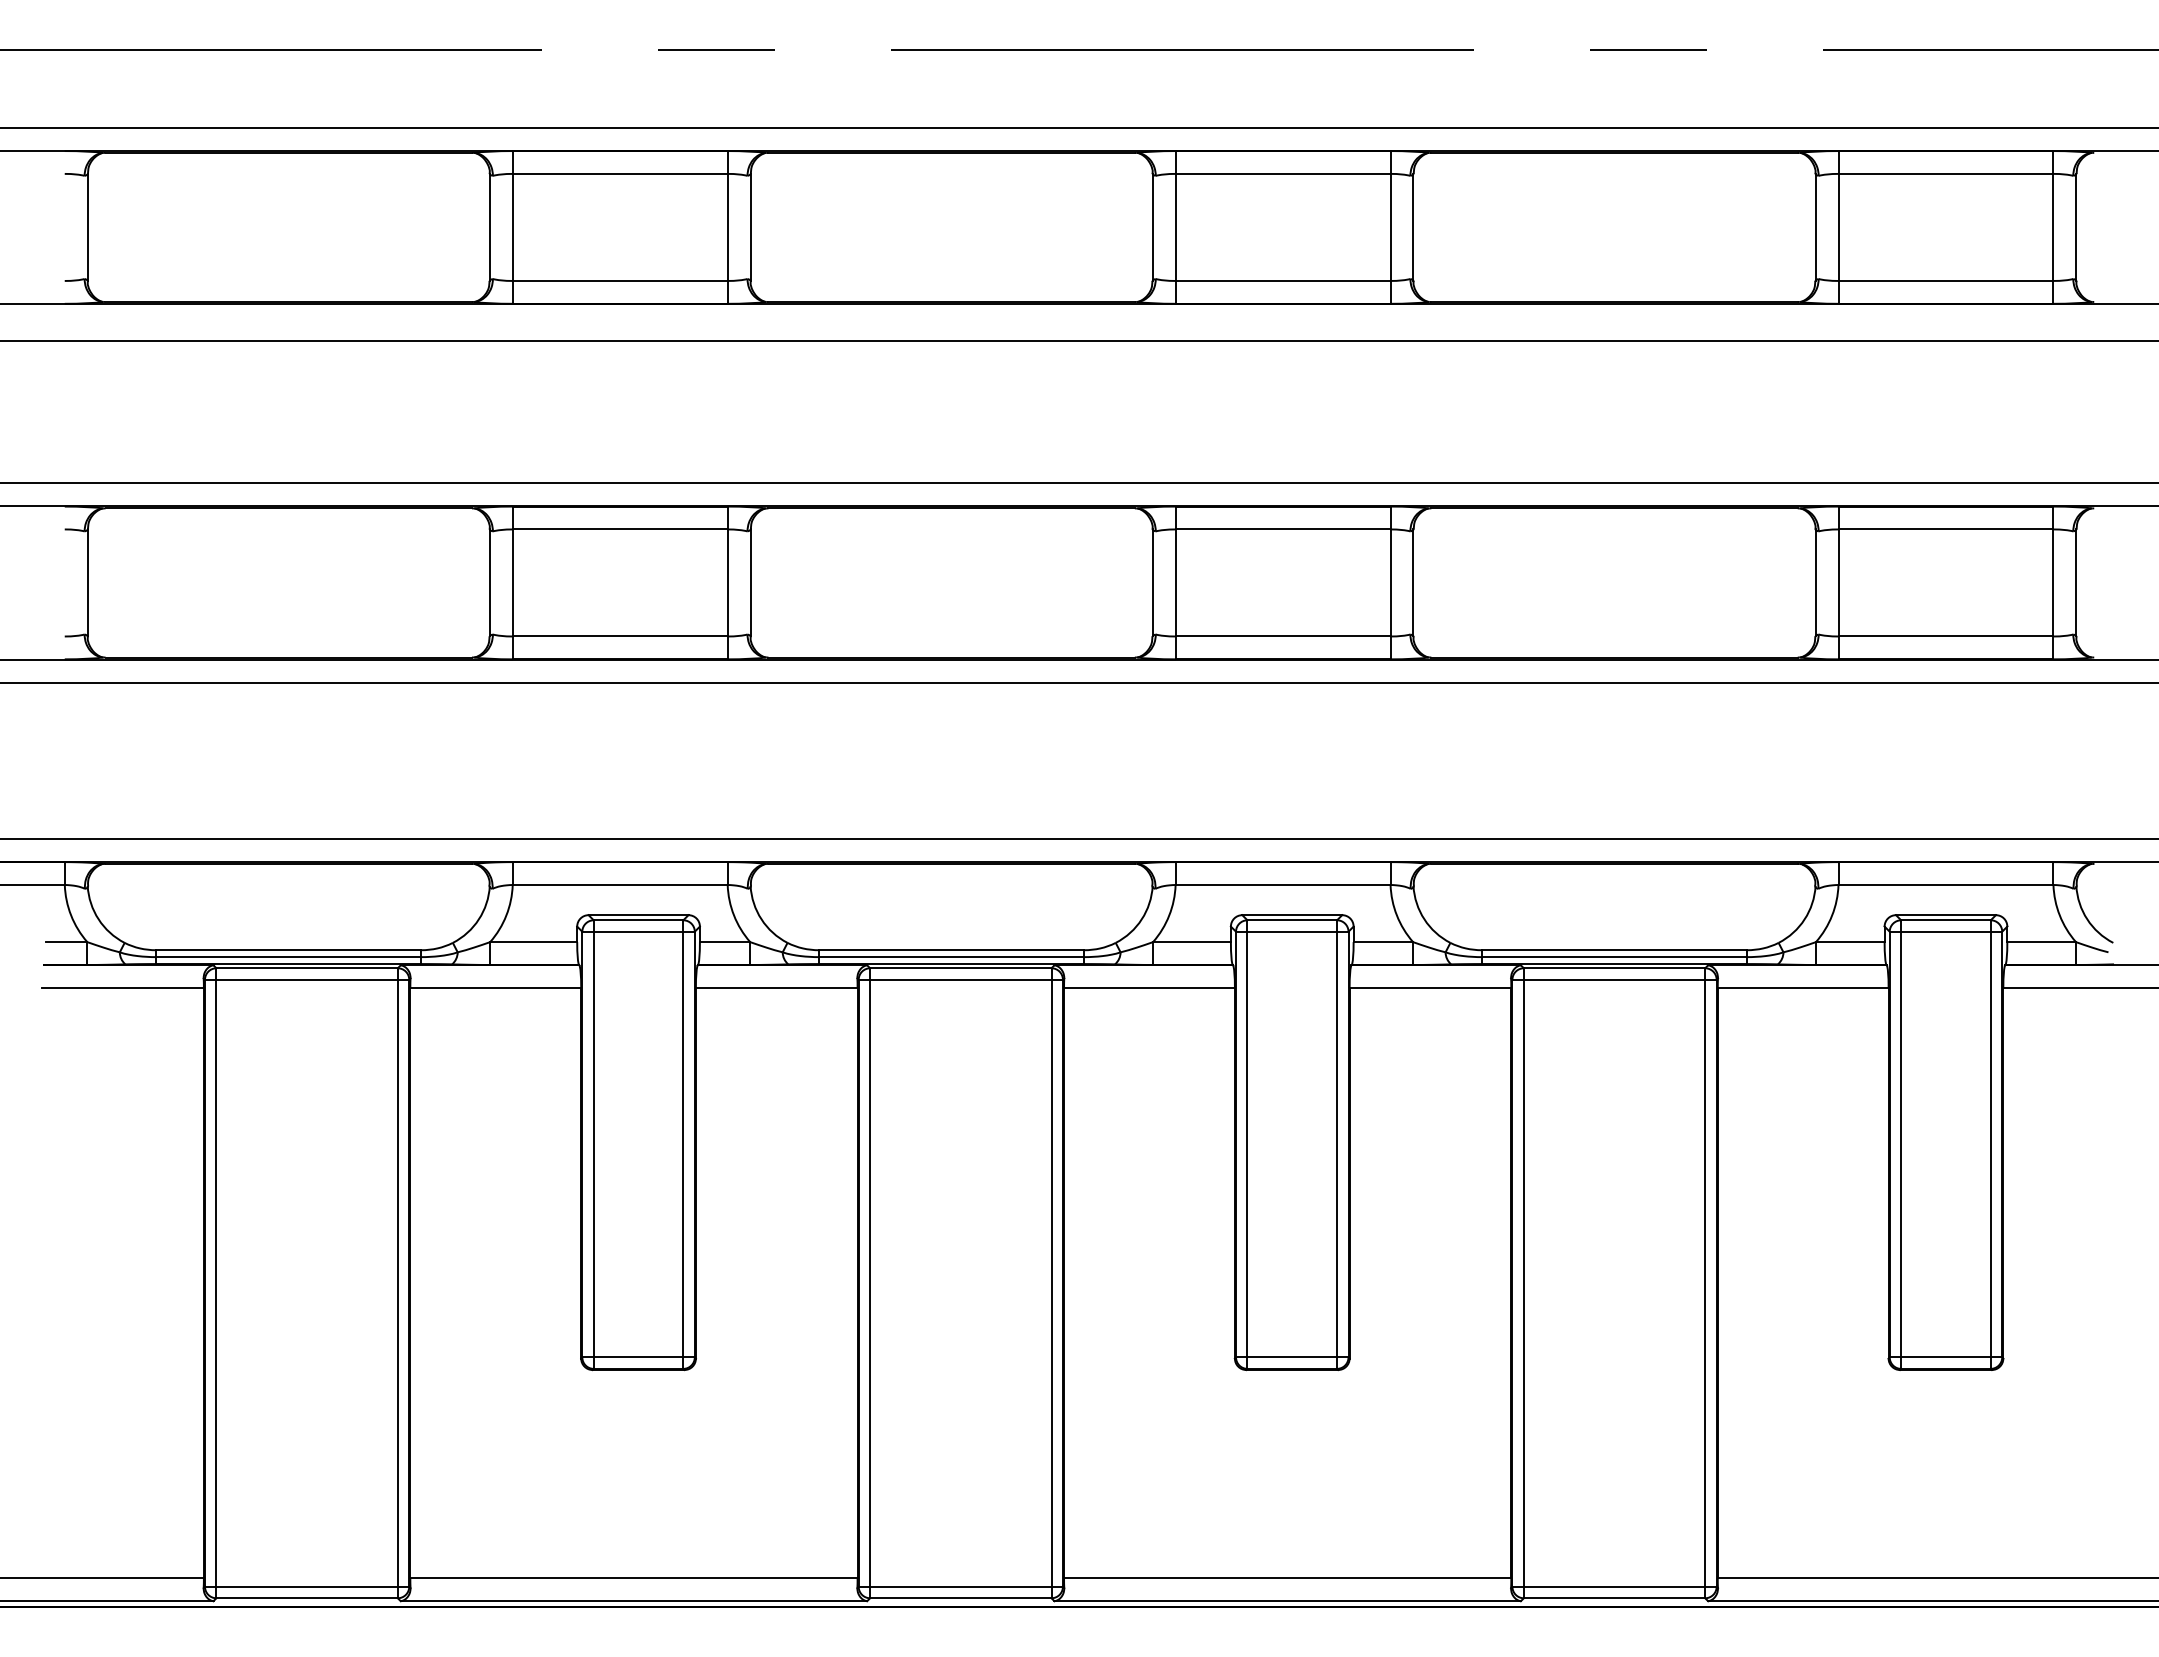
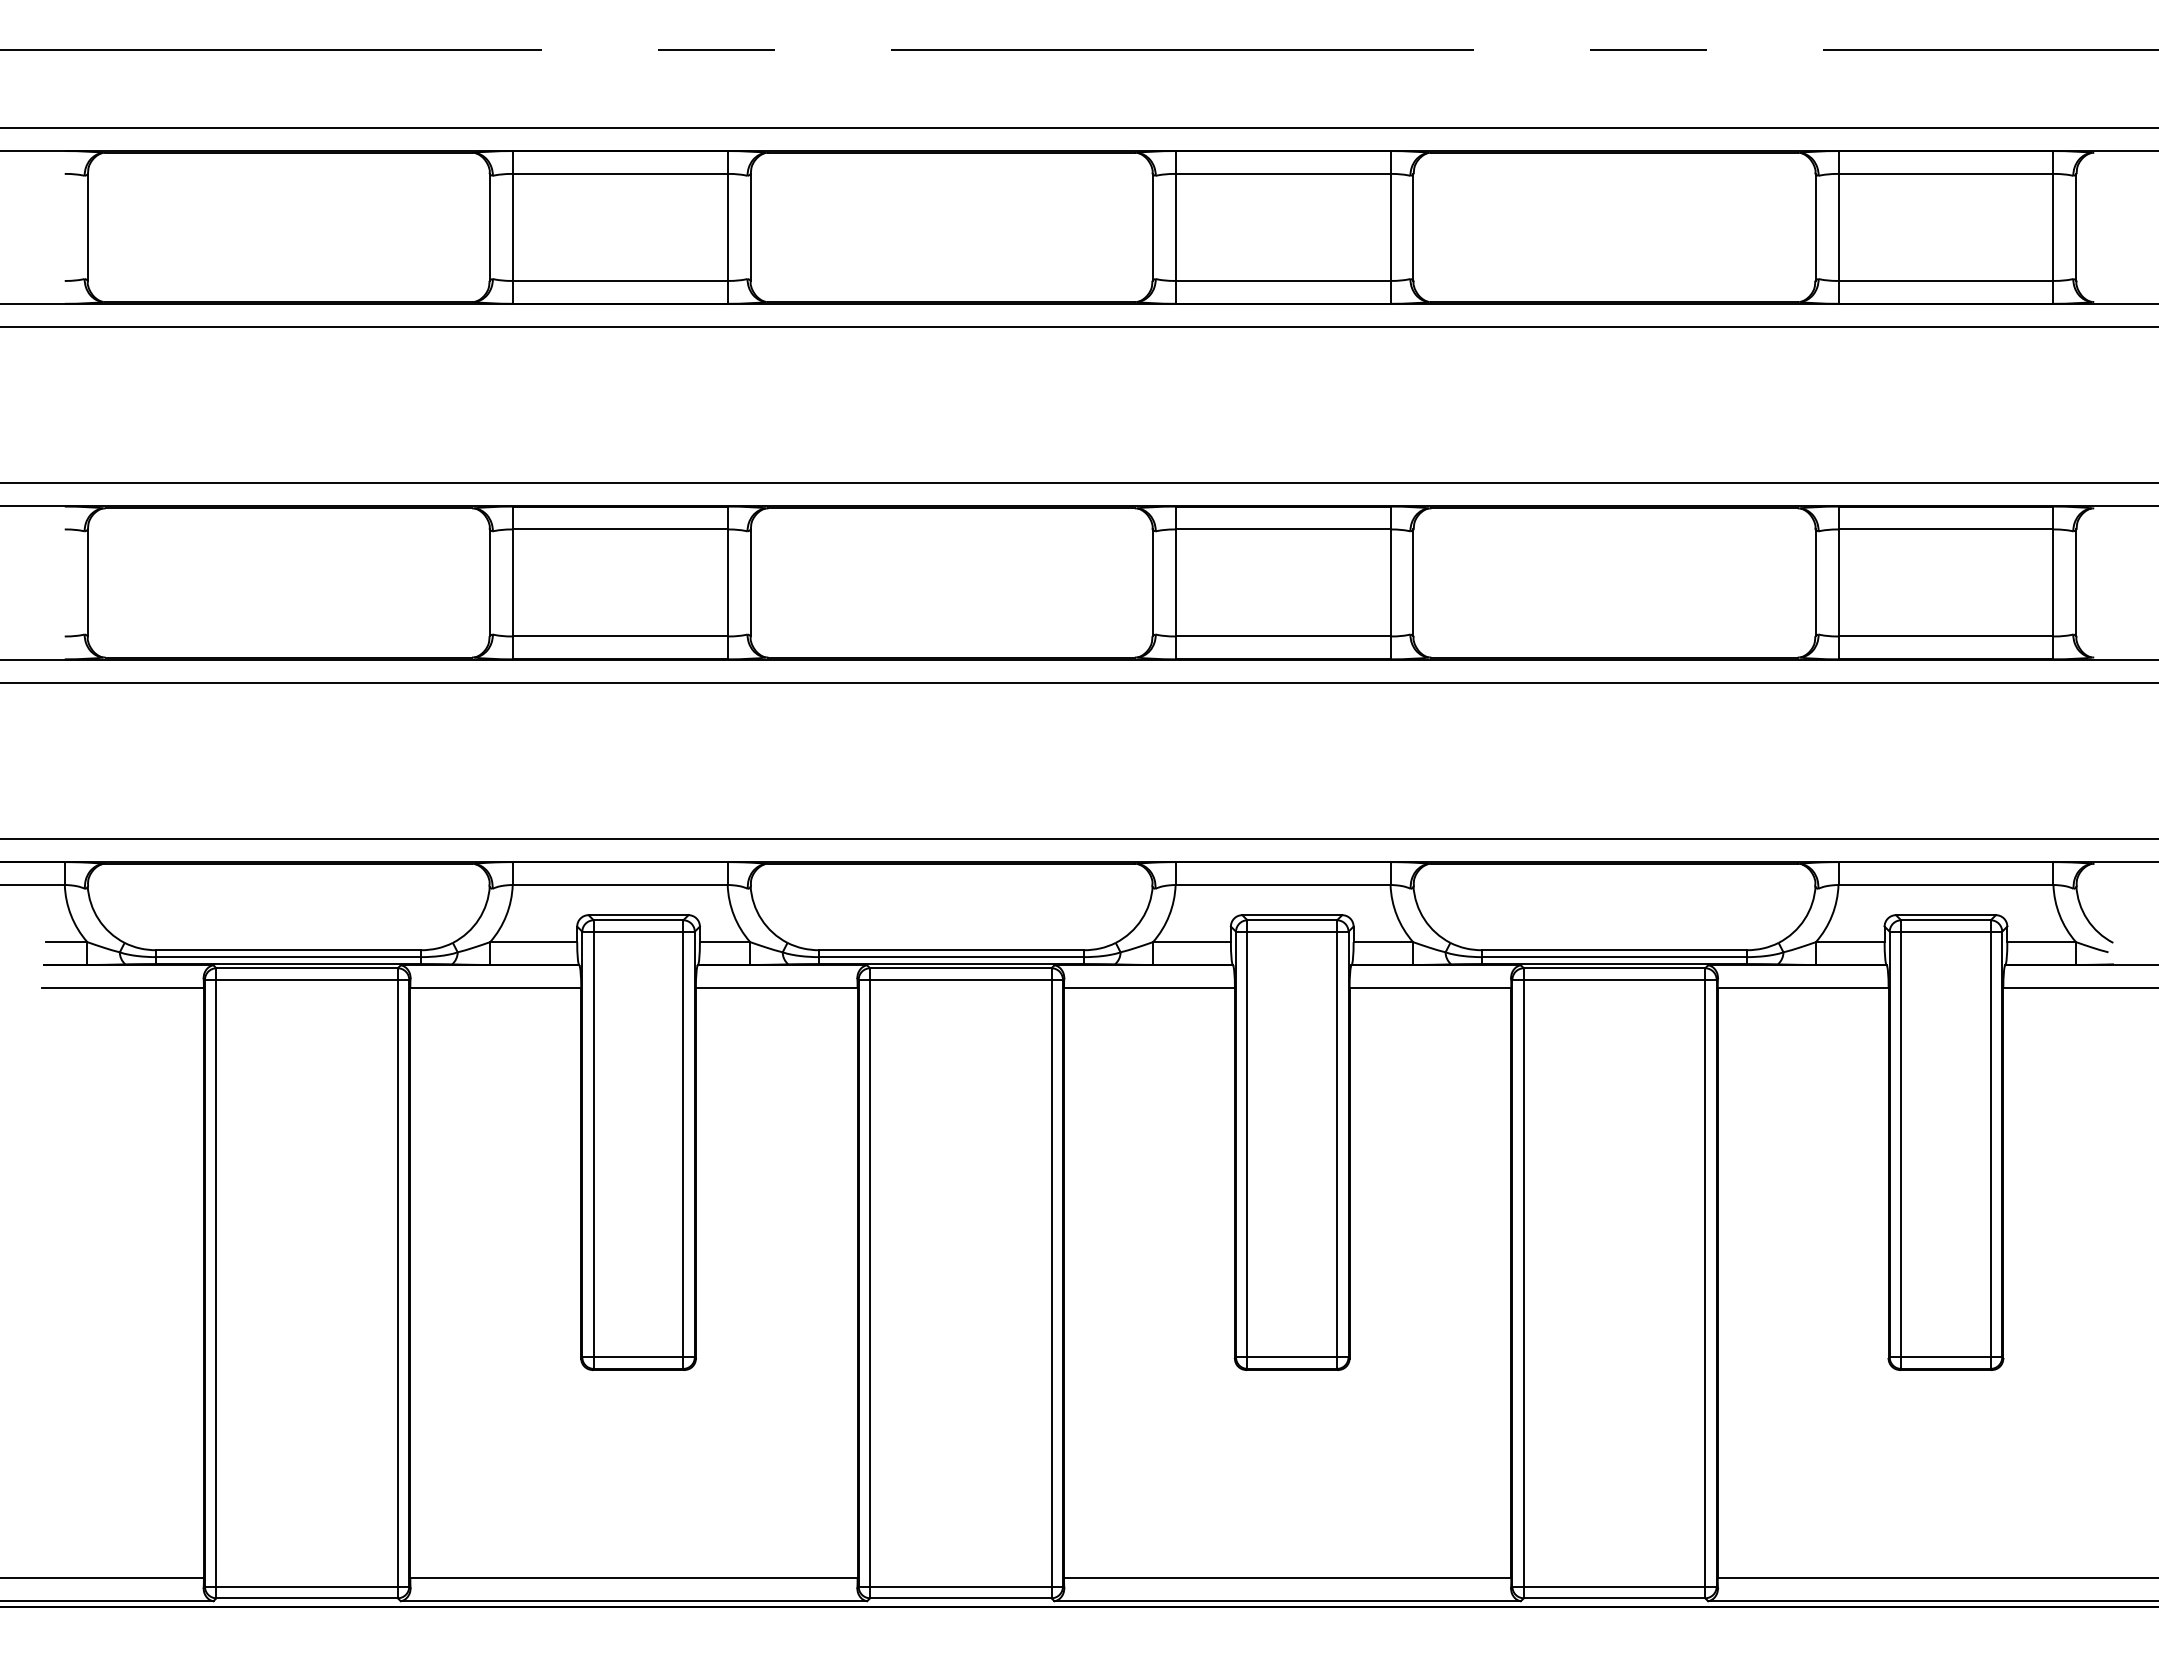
line at (1078, 341) position: (1078, 341) -> (1078, 327)
